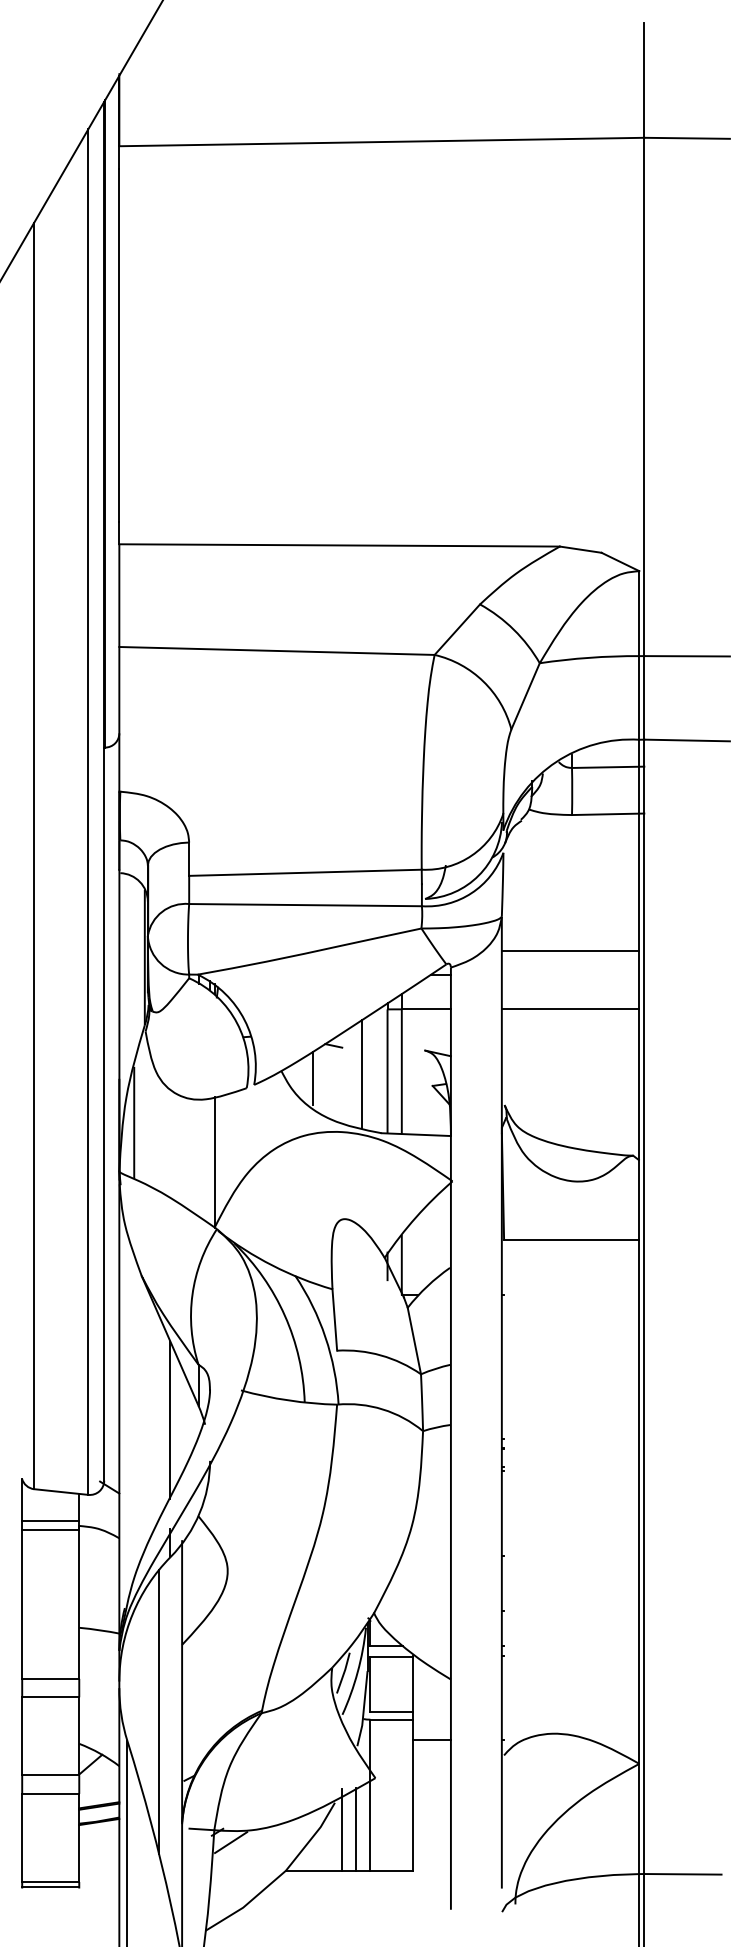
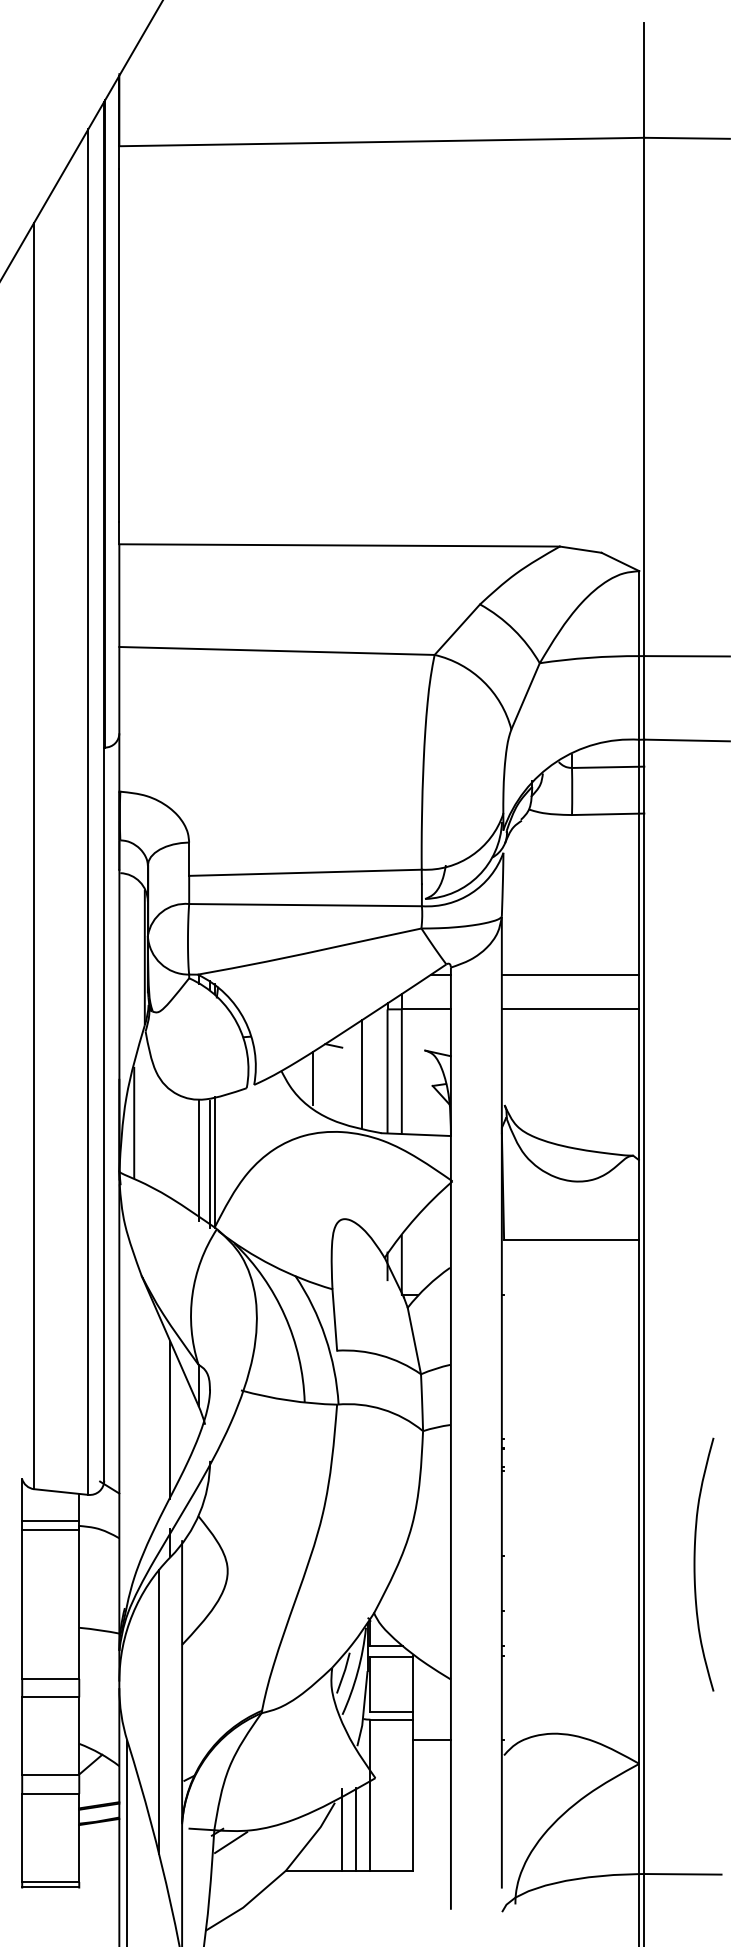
line at (570, 950) position: (570, 950) -> (570, 974)
line at (198, 1160): none -> present
line at (210, 1164): none -> present
curve at (695, 1564): none -> present
